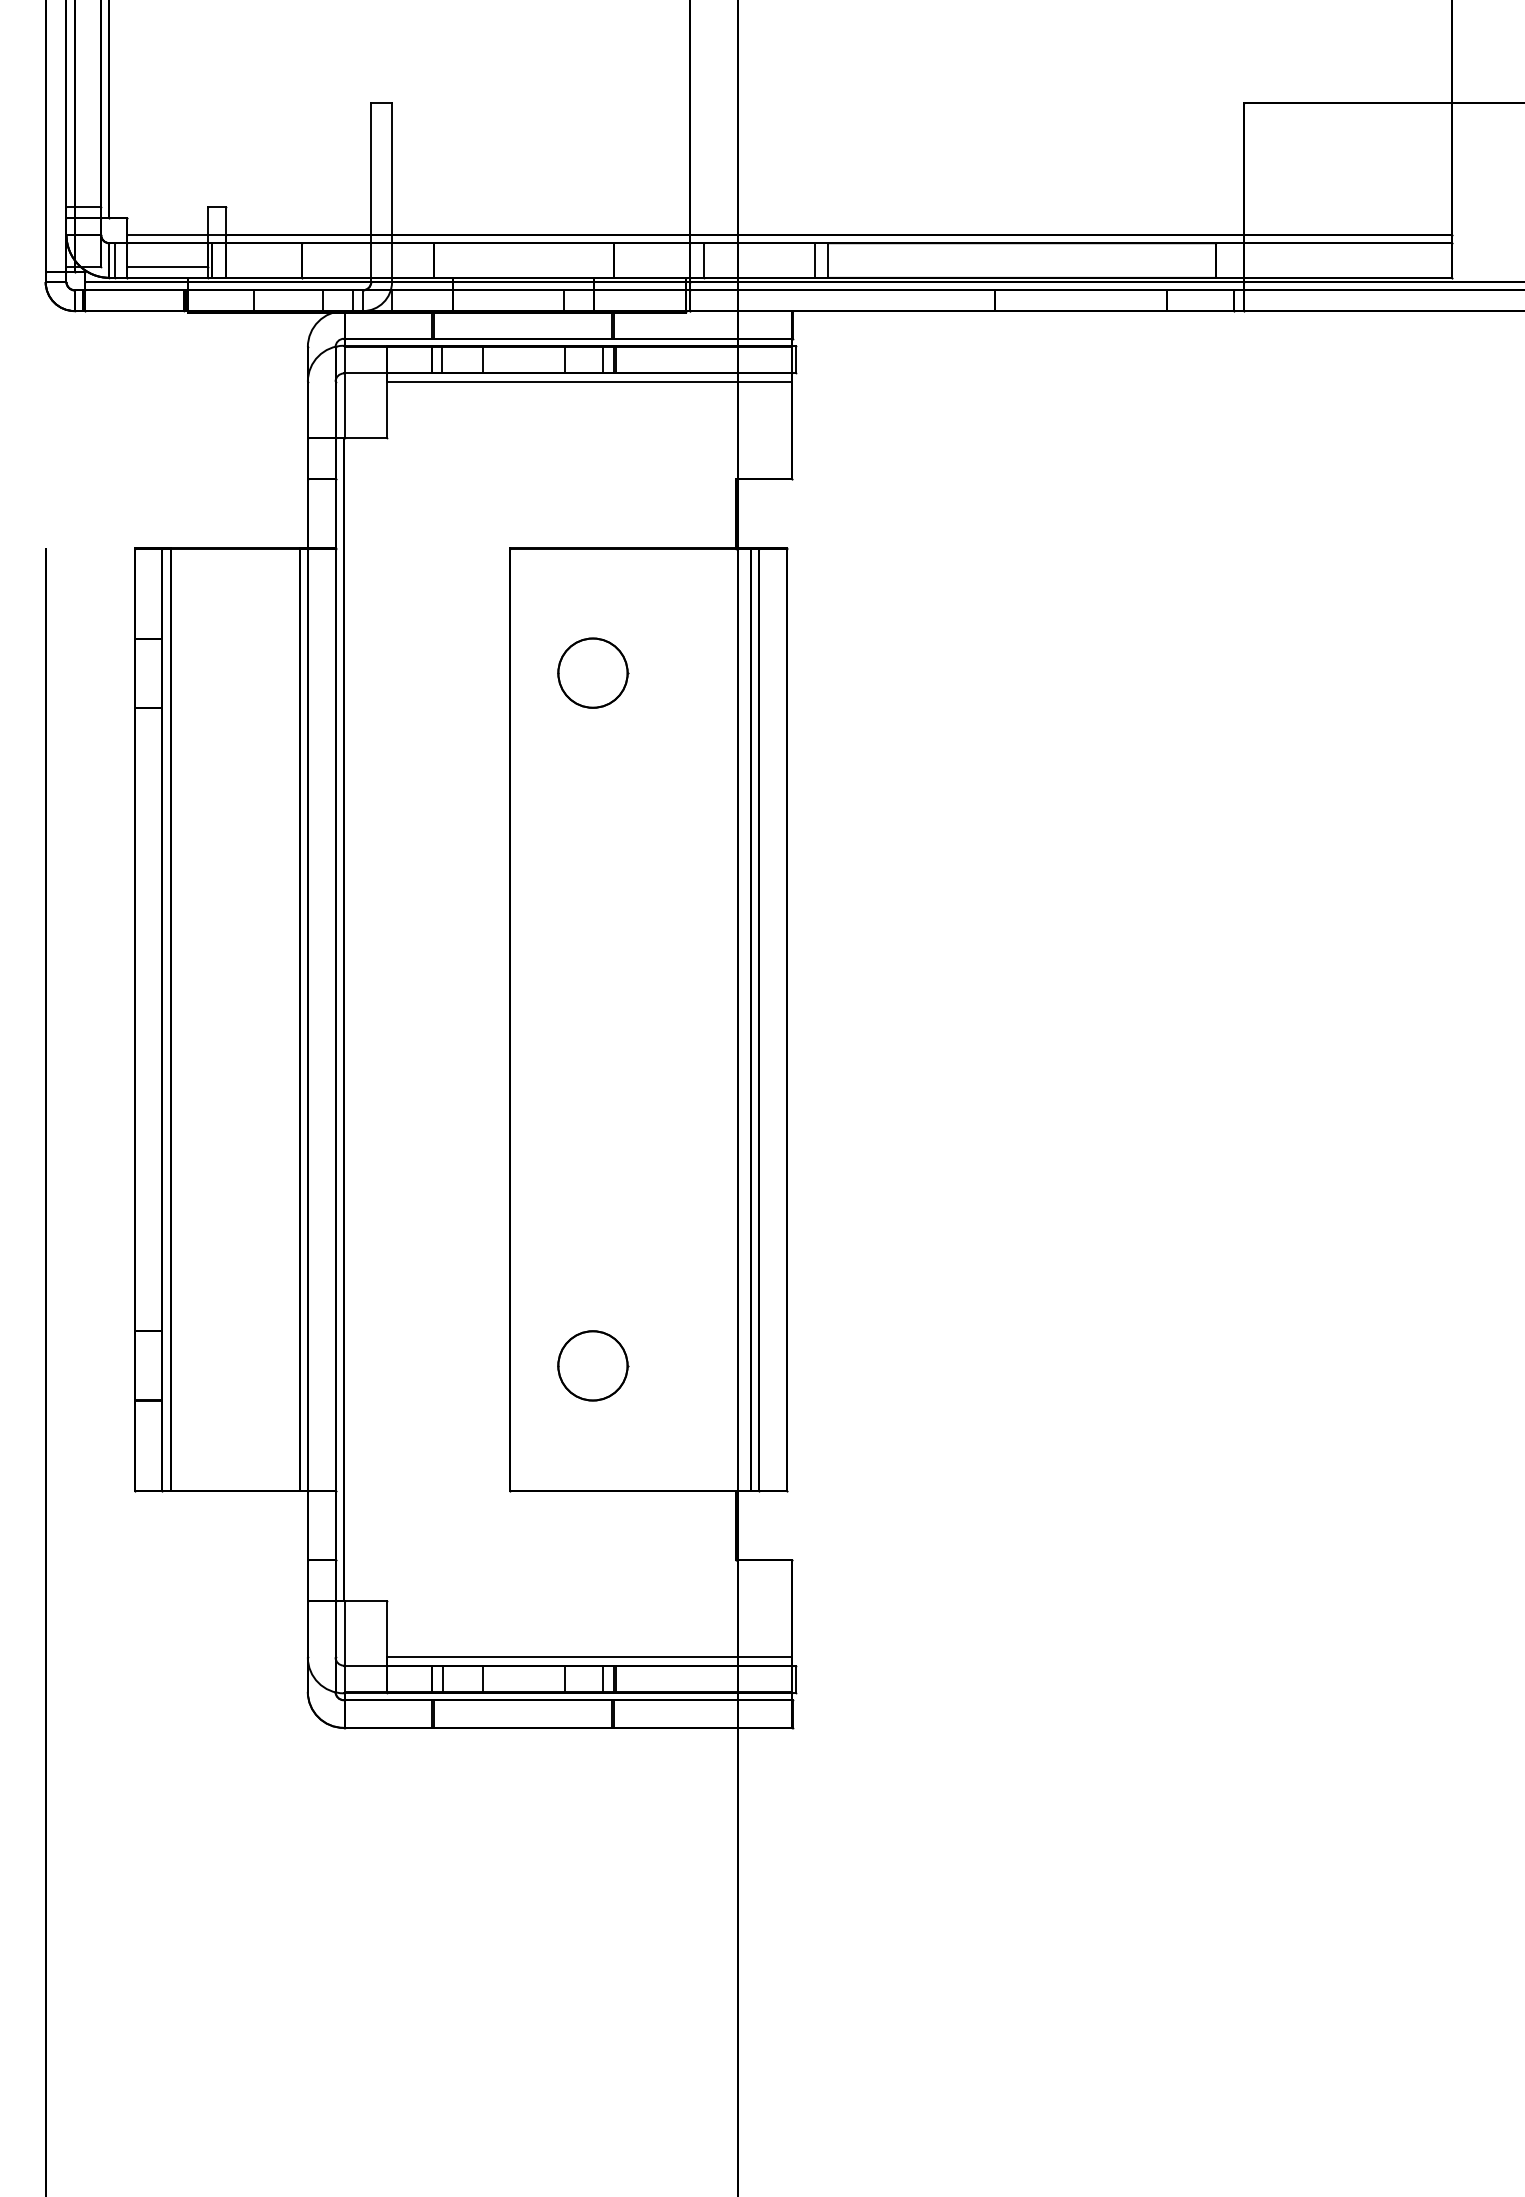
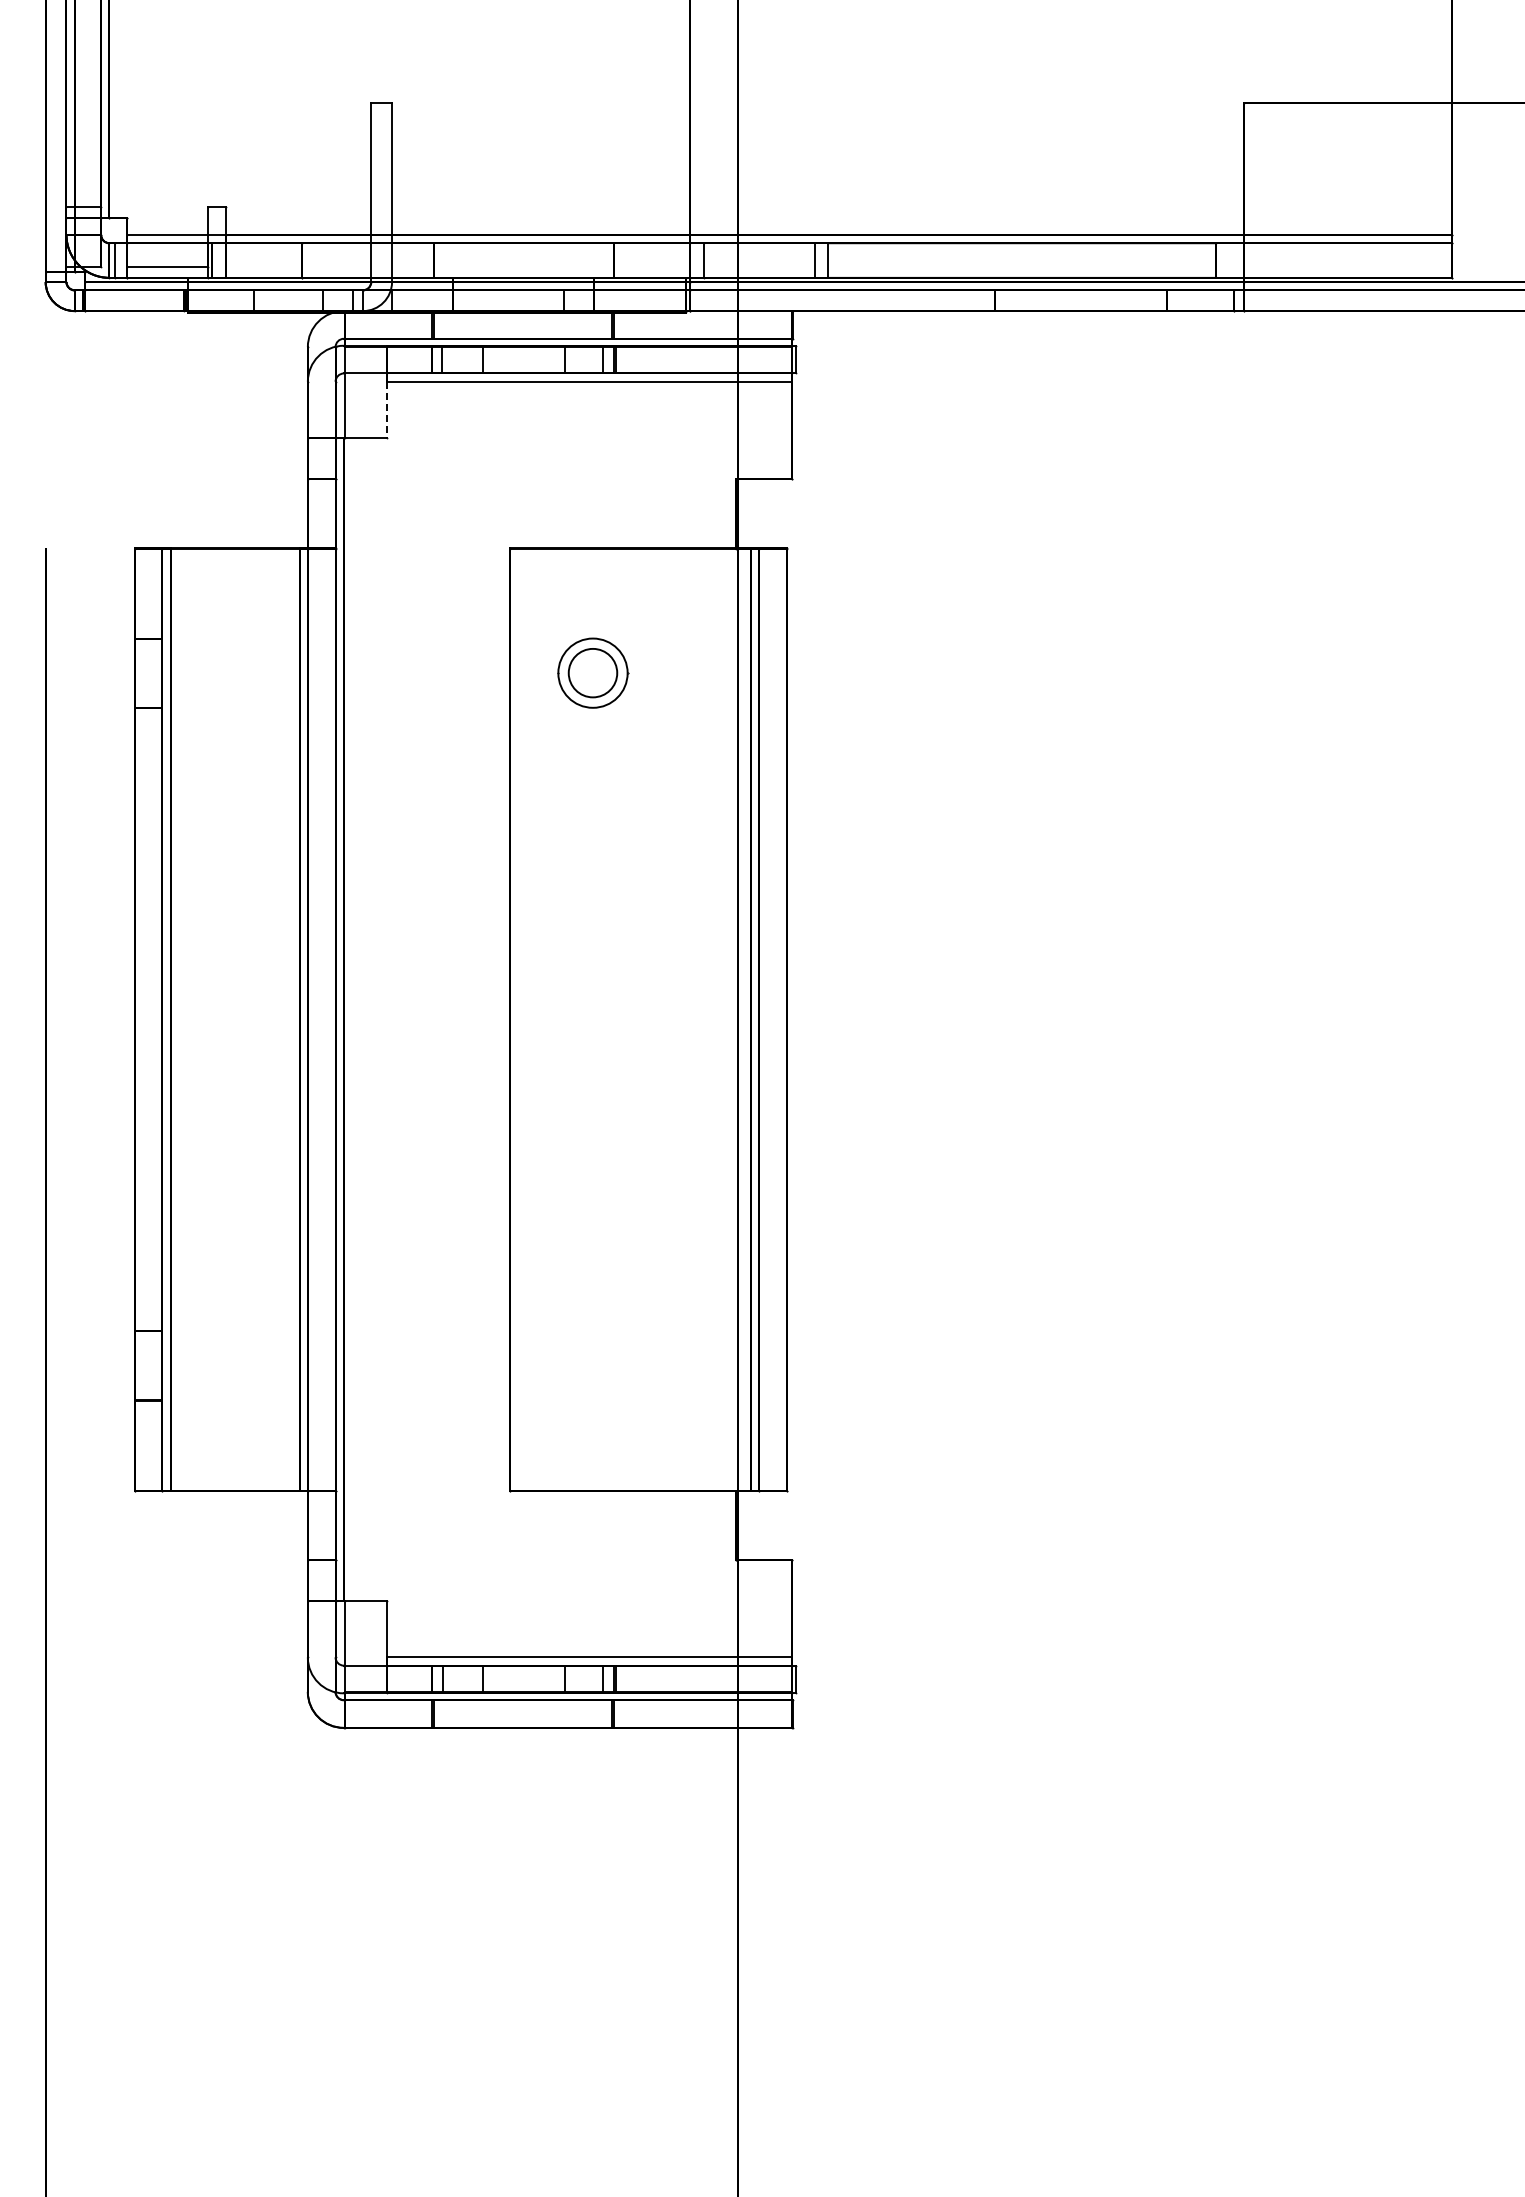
line at (386, 409): solid -> dashed
circle at (592, 672) diameter: 69 px -> 48 px
part at (593, 1365): present -> none
